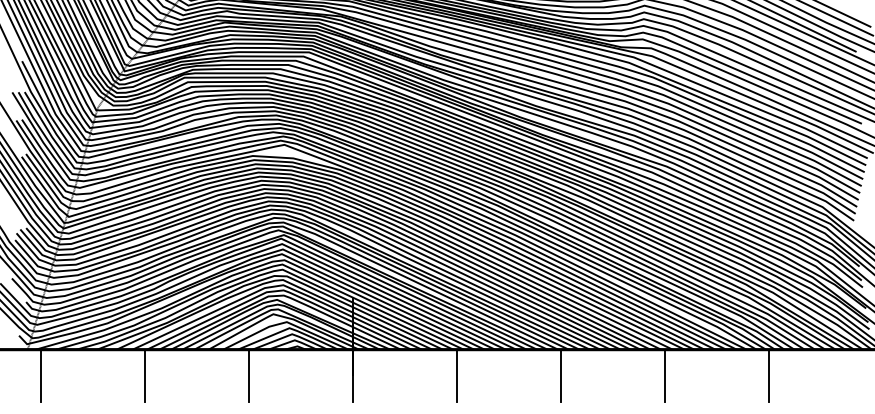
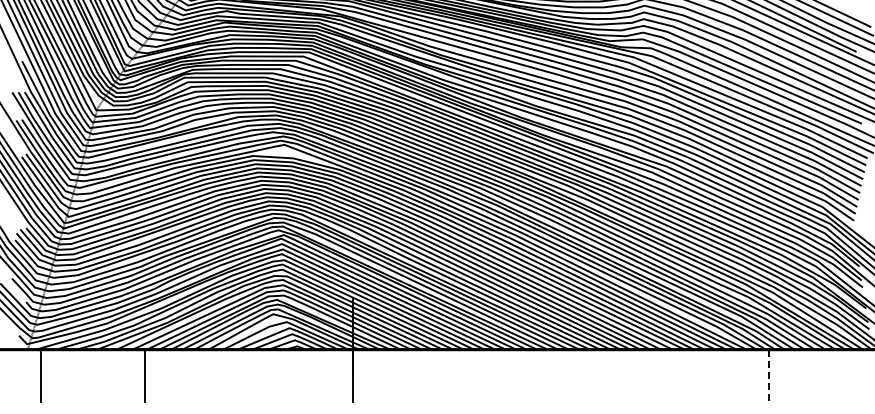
line at (249, 375): present -> none
line at (457, 375): present -> none
line at (561, 375): present -> none
line at (665, 375): present -> none
line at (769, 375): solid -> dashed
